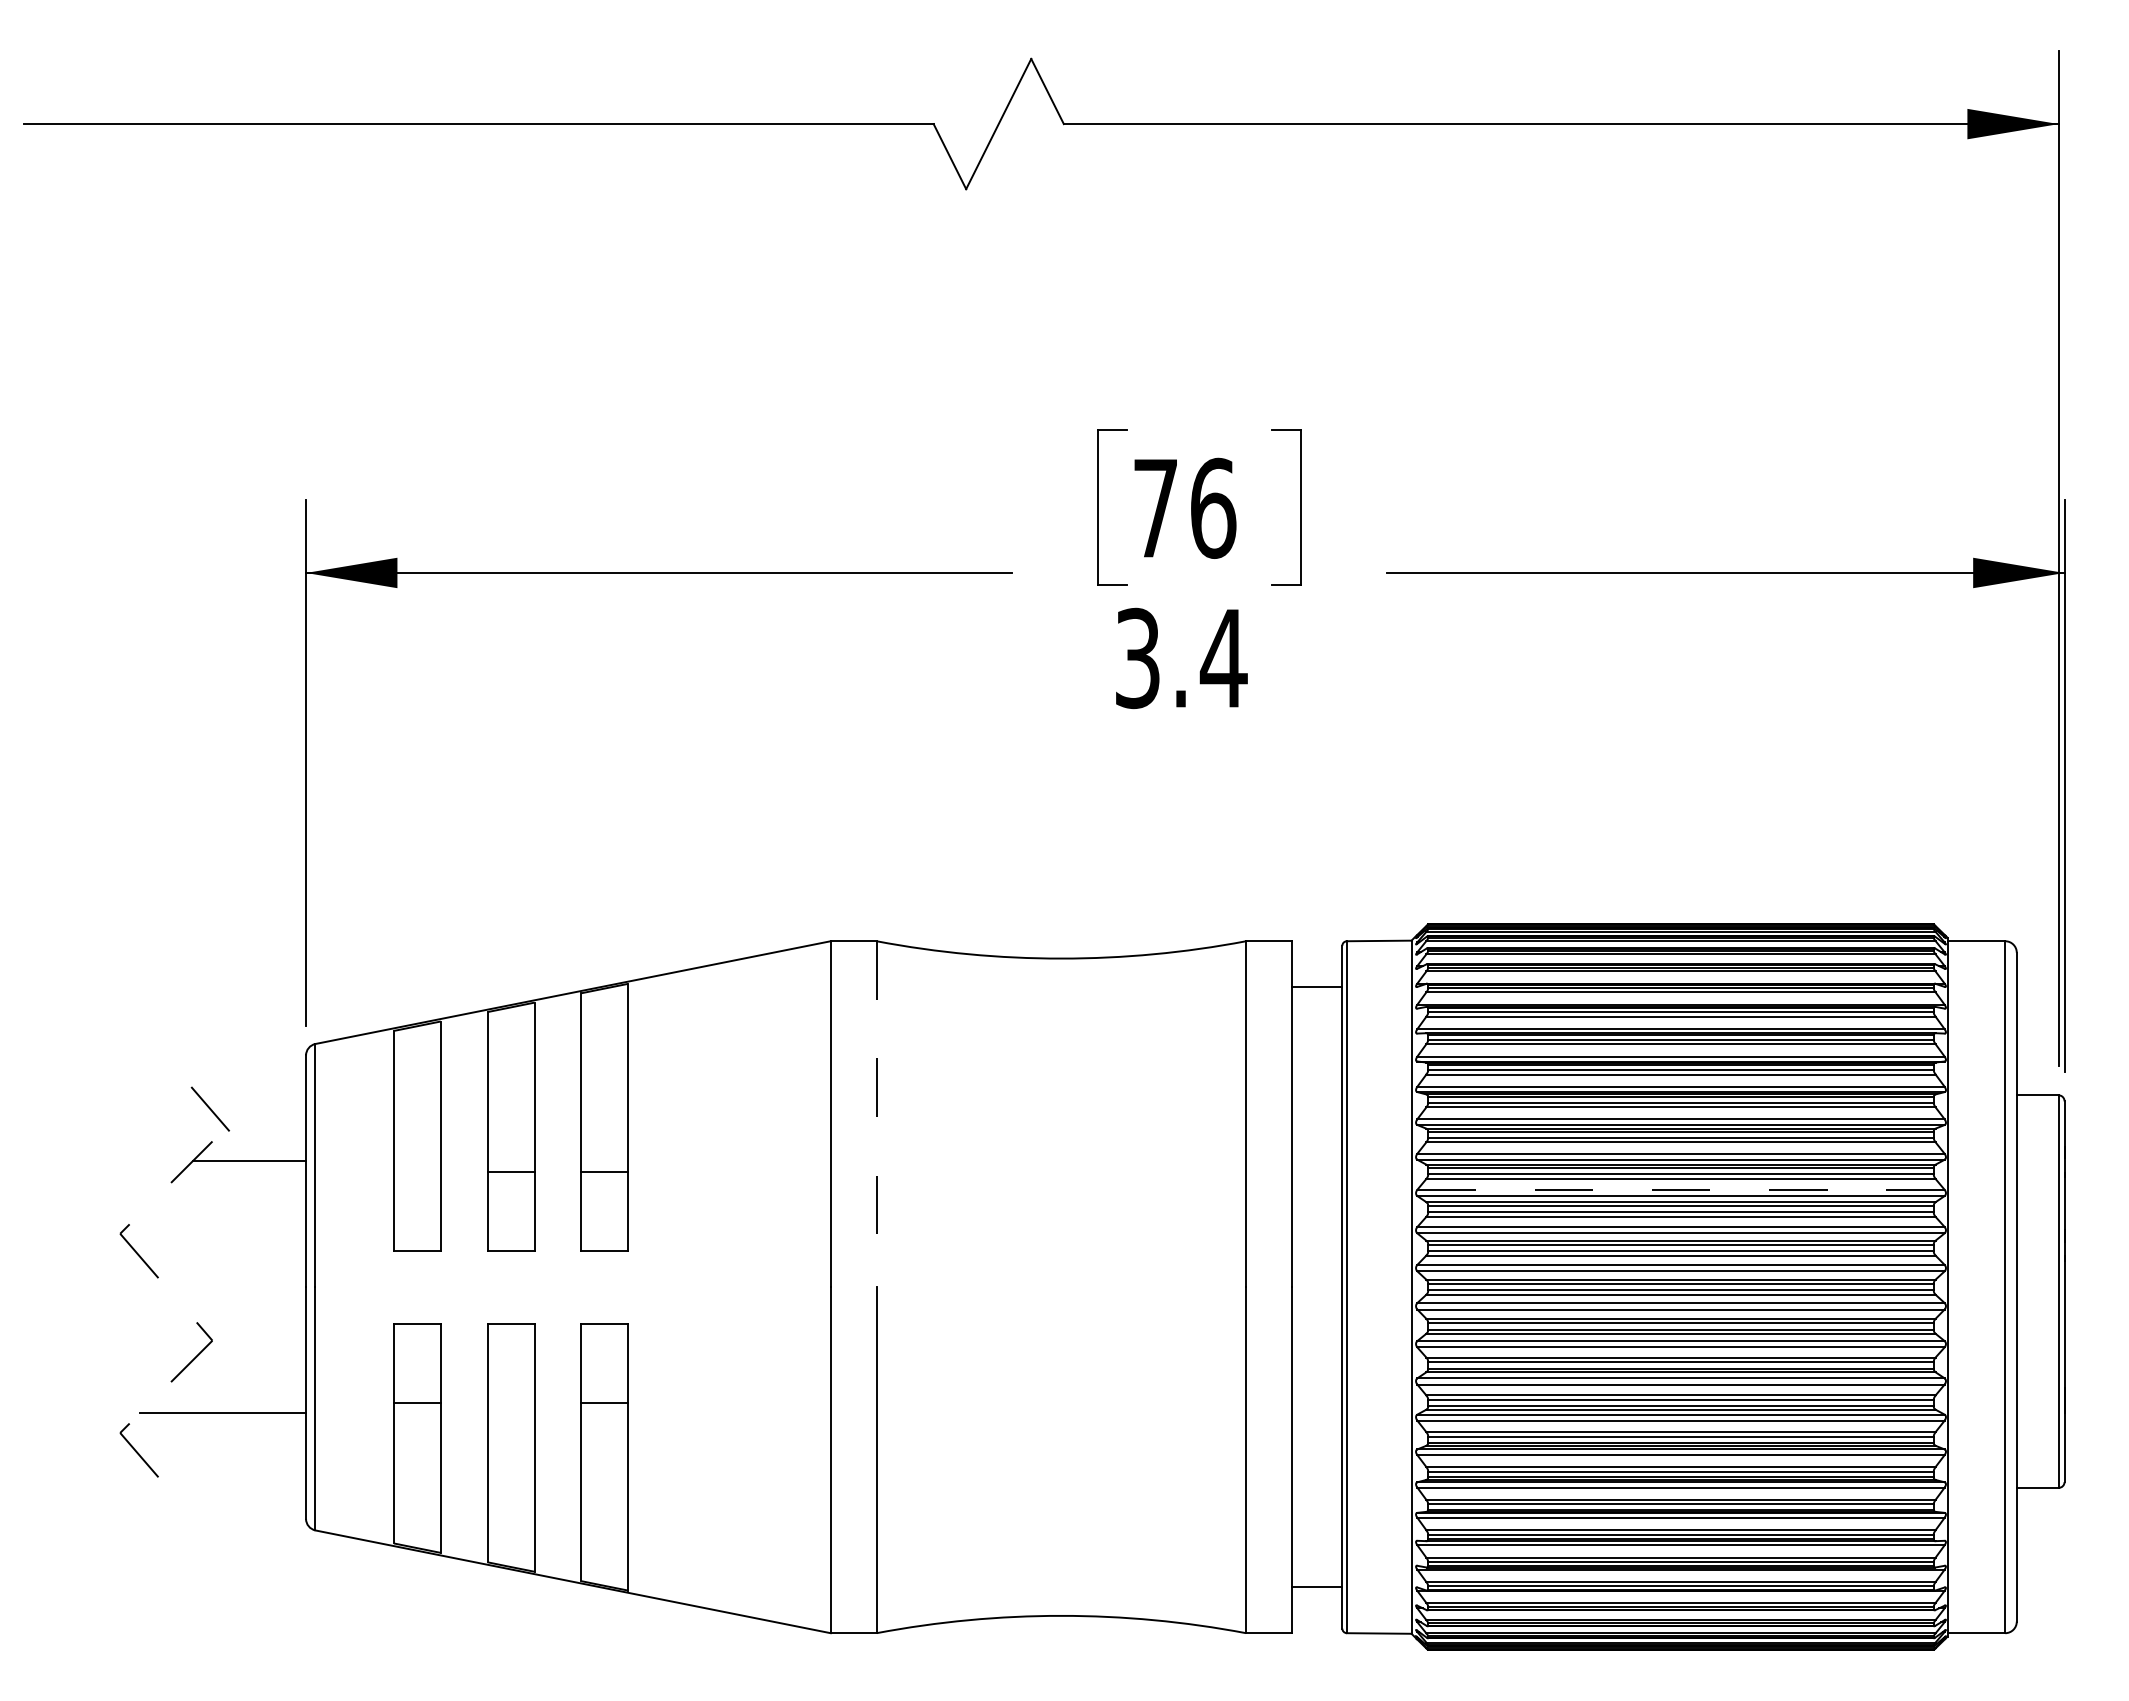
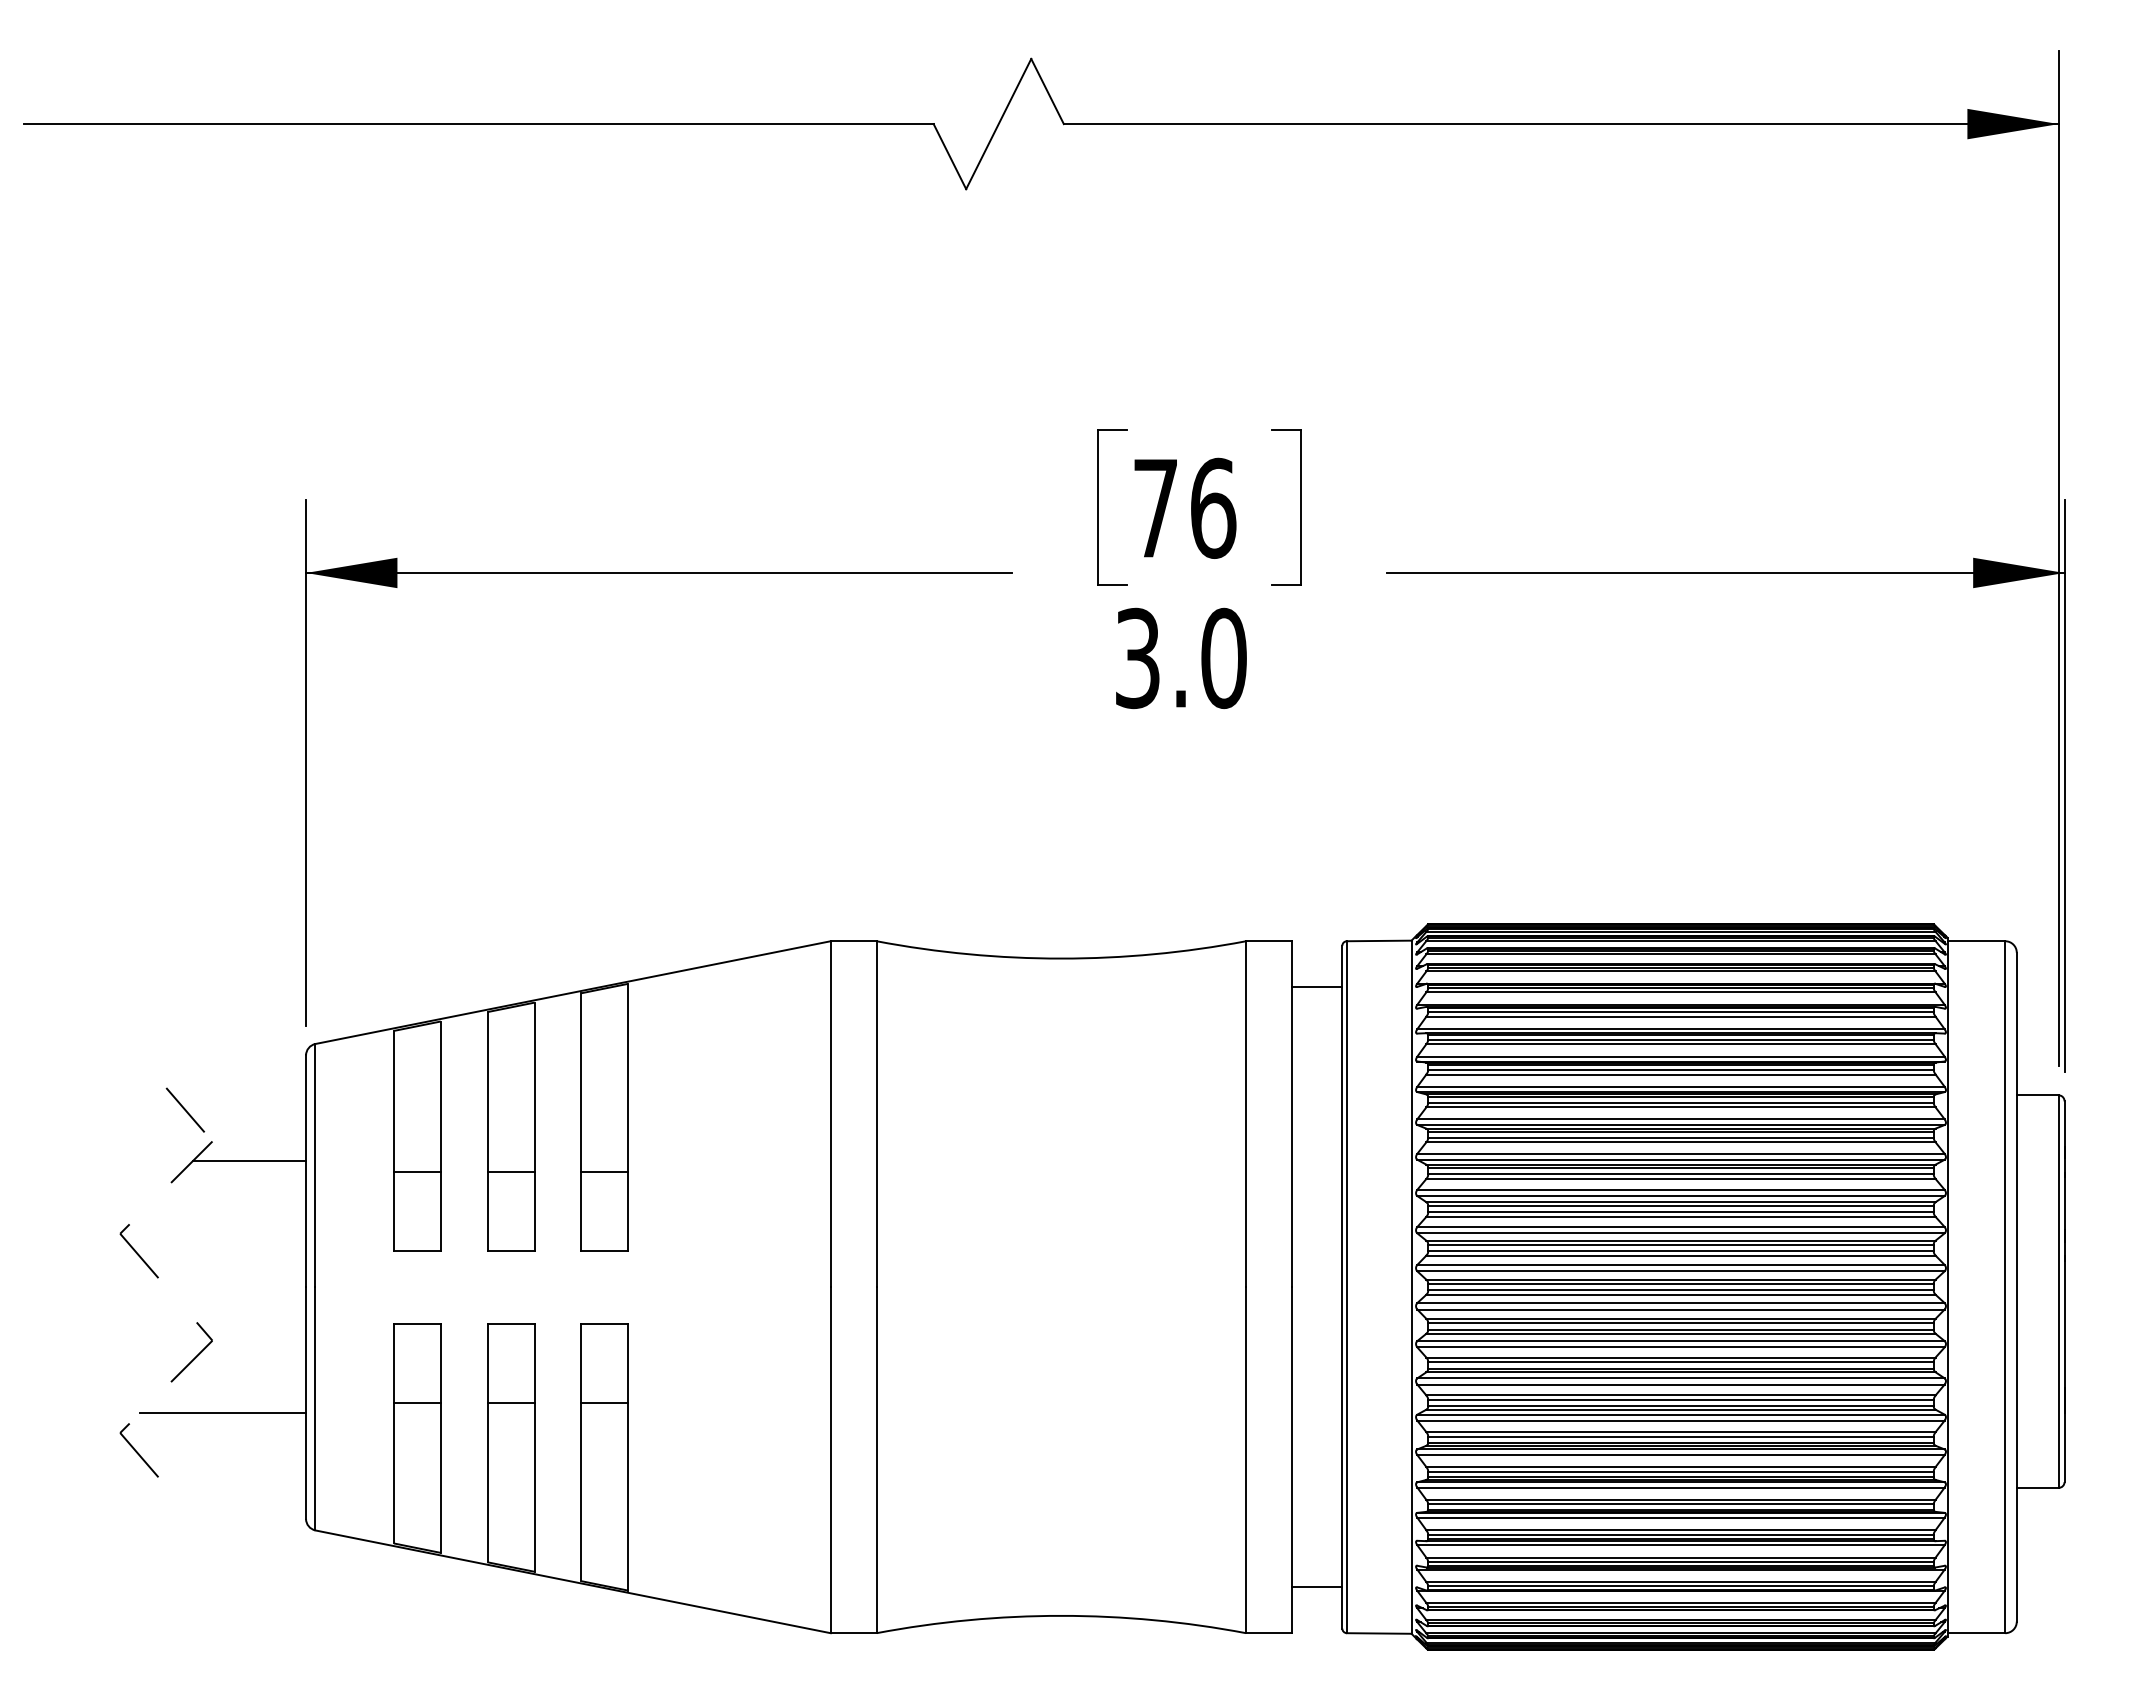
text at (1223, 658): 3.4 -> 3.0
line at (209, 1108) position: (209, 1108) -> (184, 1109)
line at (876, 1114): dashed -> solid
line at (416, 1171): none -> present
line at (1681, 1189): dashed -> solid
line at (510, 1402): none -> present
